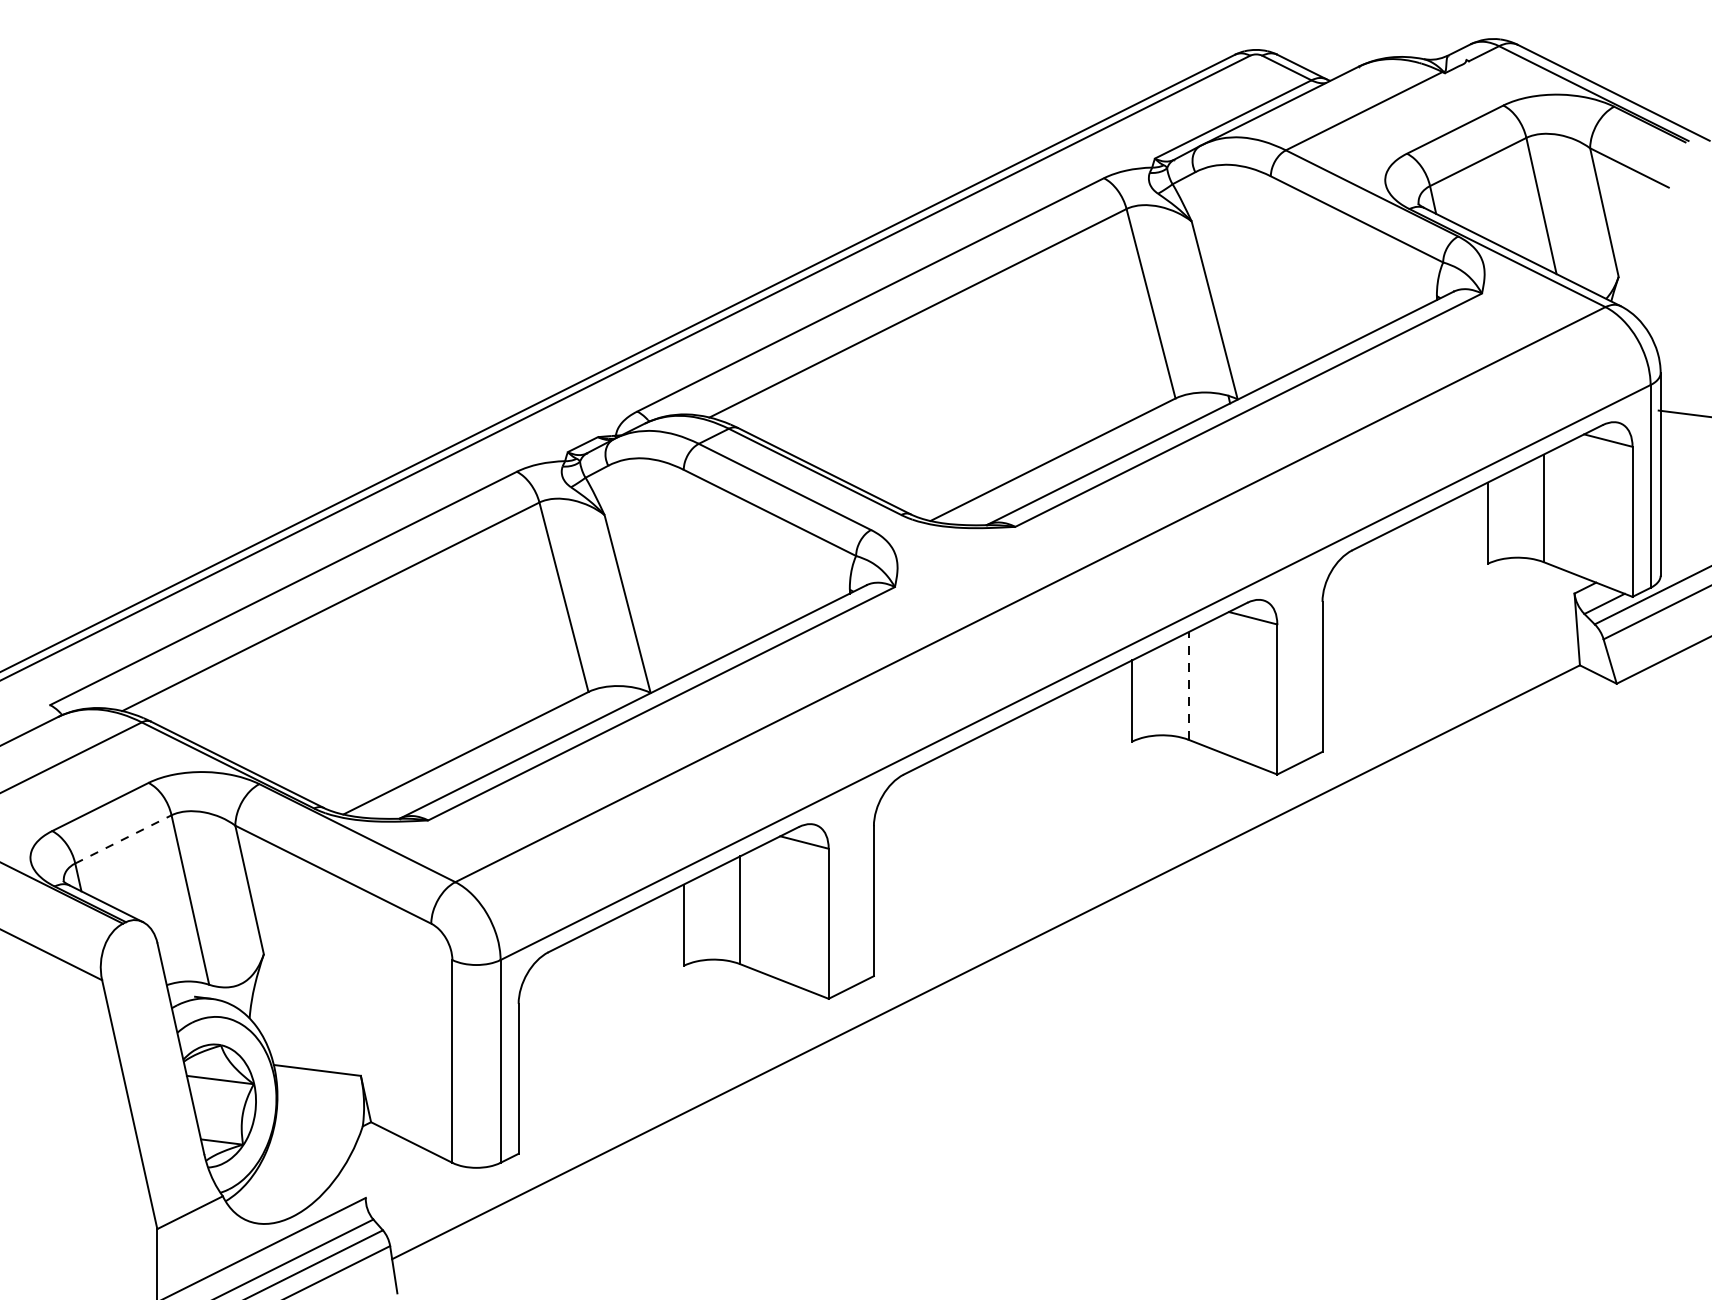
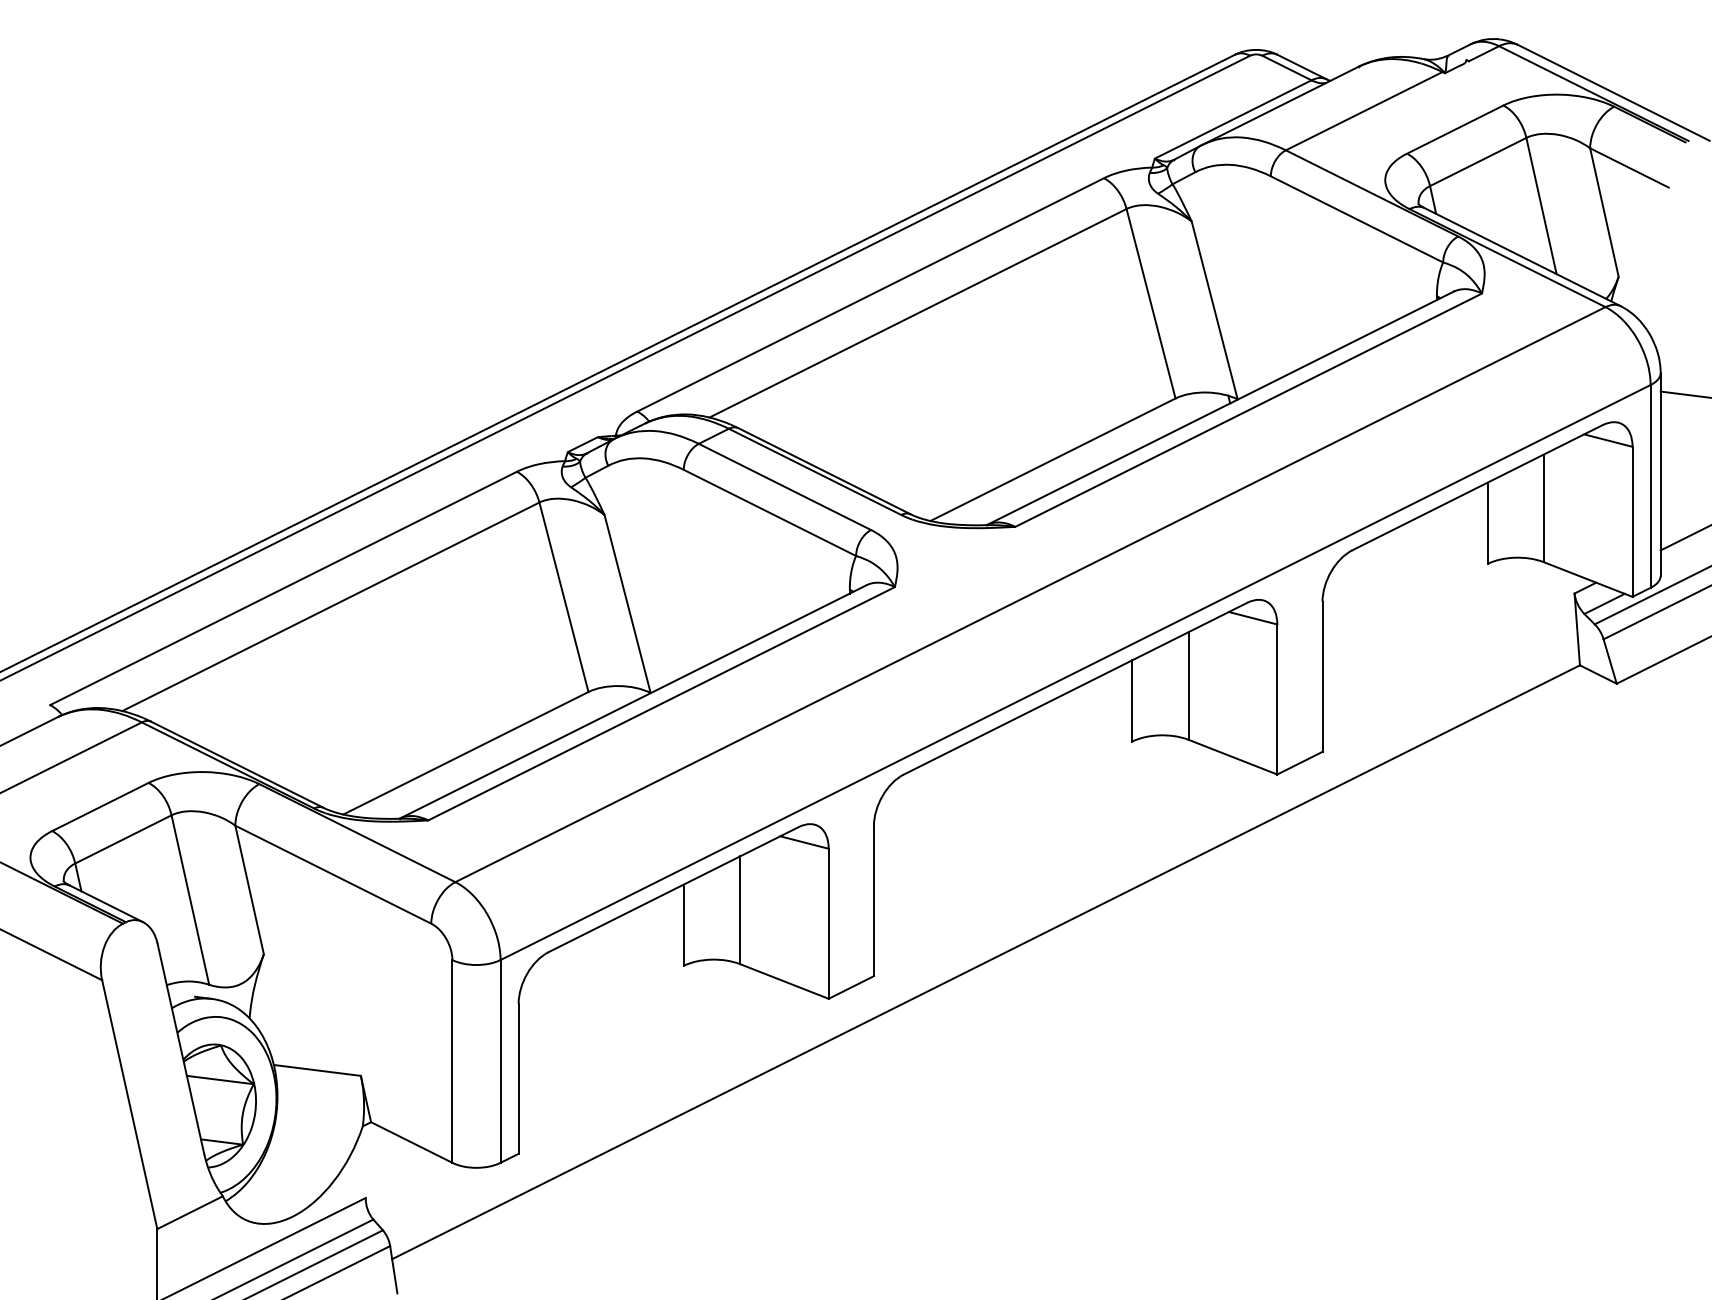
line at (1683, 413) position: (1683, 413) -> (1684, 394)
line at (1684, 538): none -> present
line at (1188, 686): dashed -> solid
line at (123, 839): dashed -> solid
